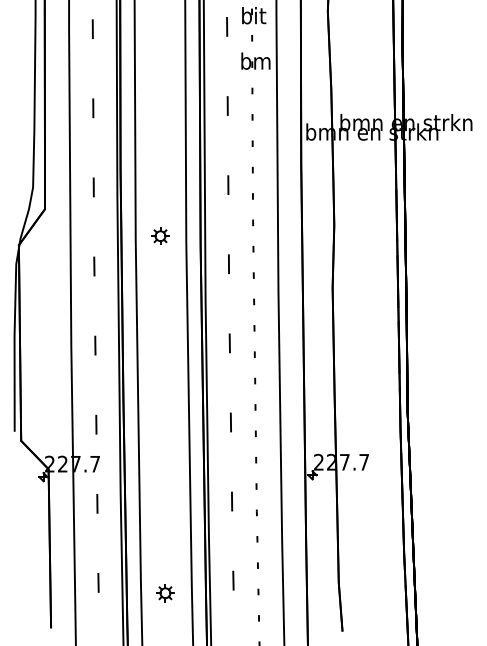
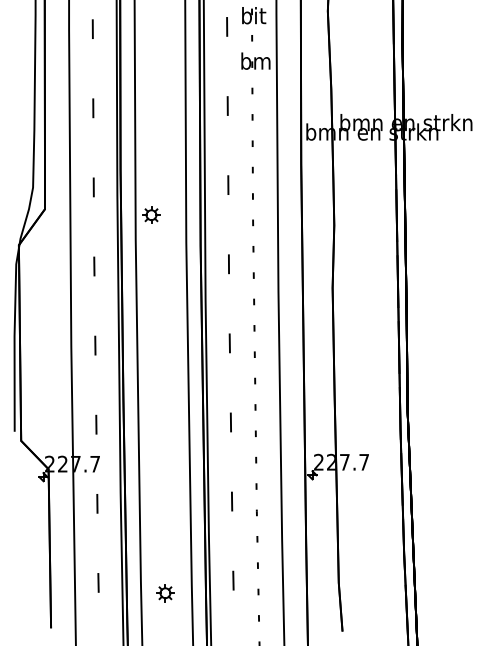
part at (160, 235) position: (160, 235) -> (151, 214)
